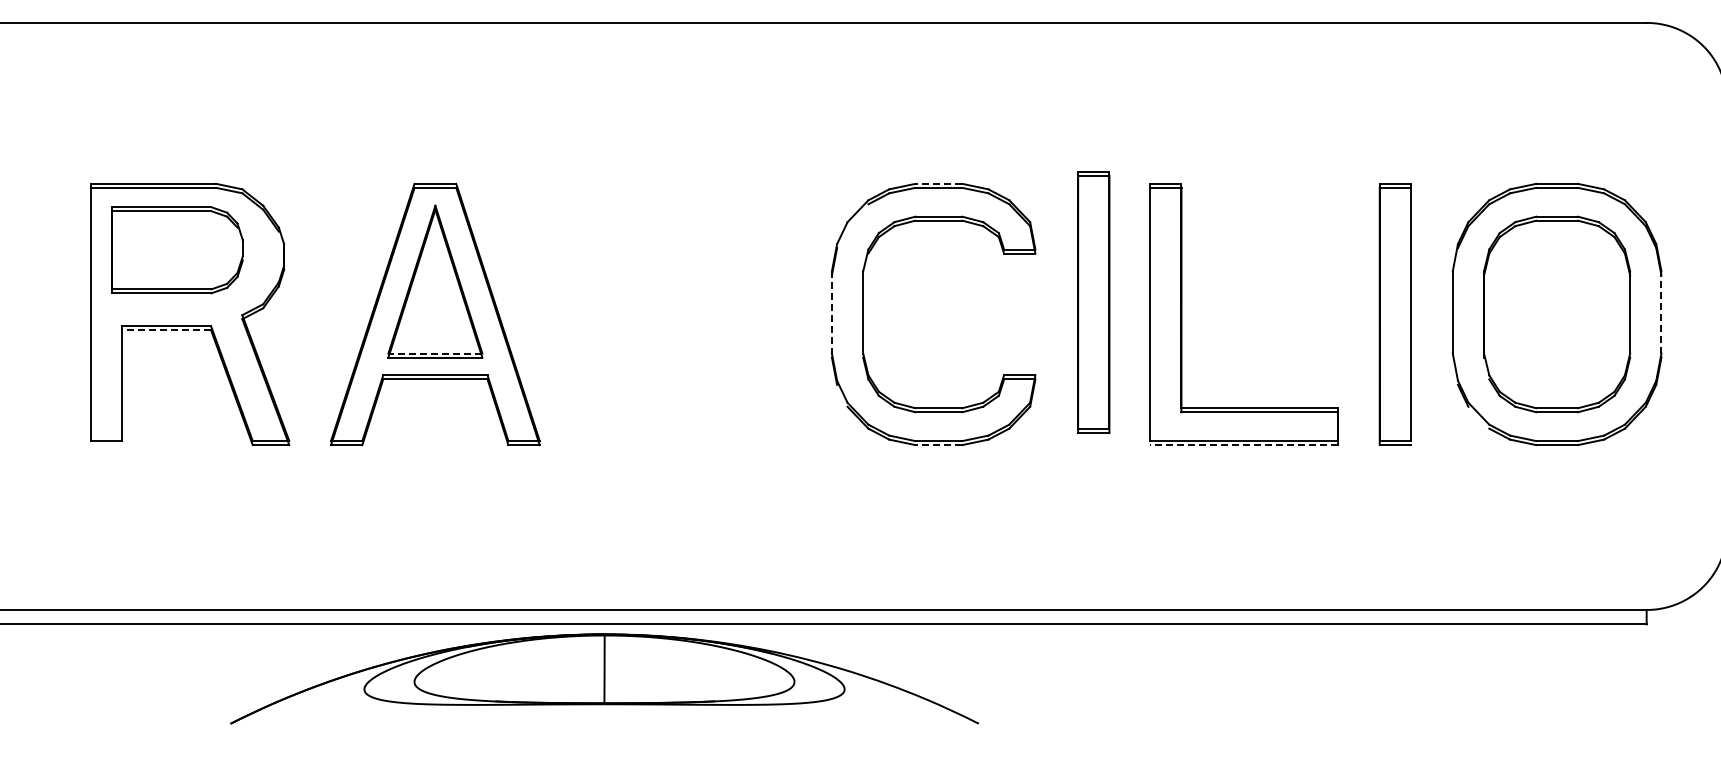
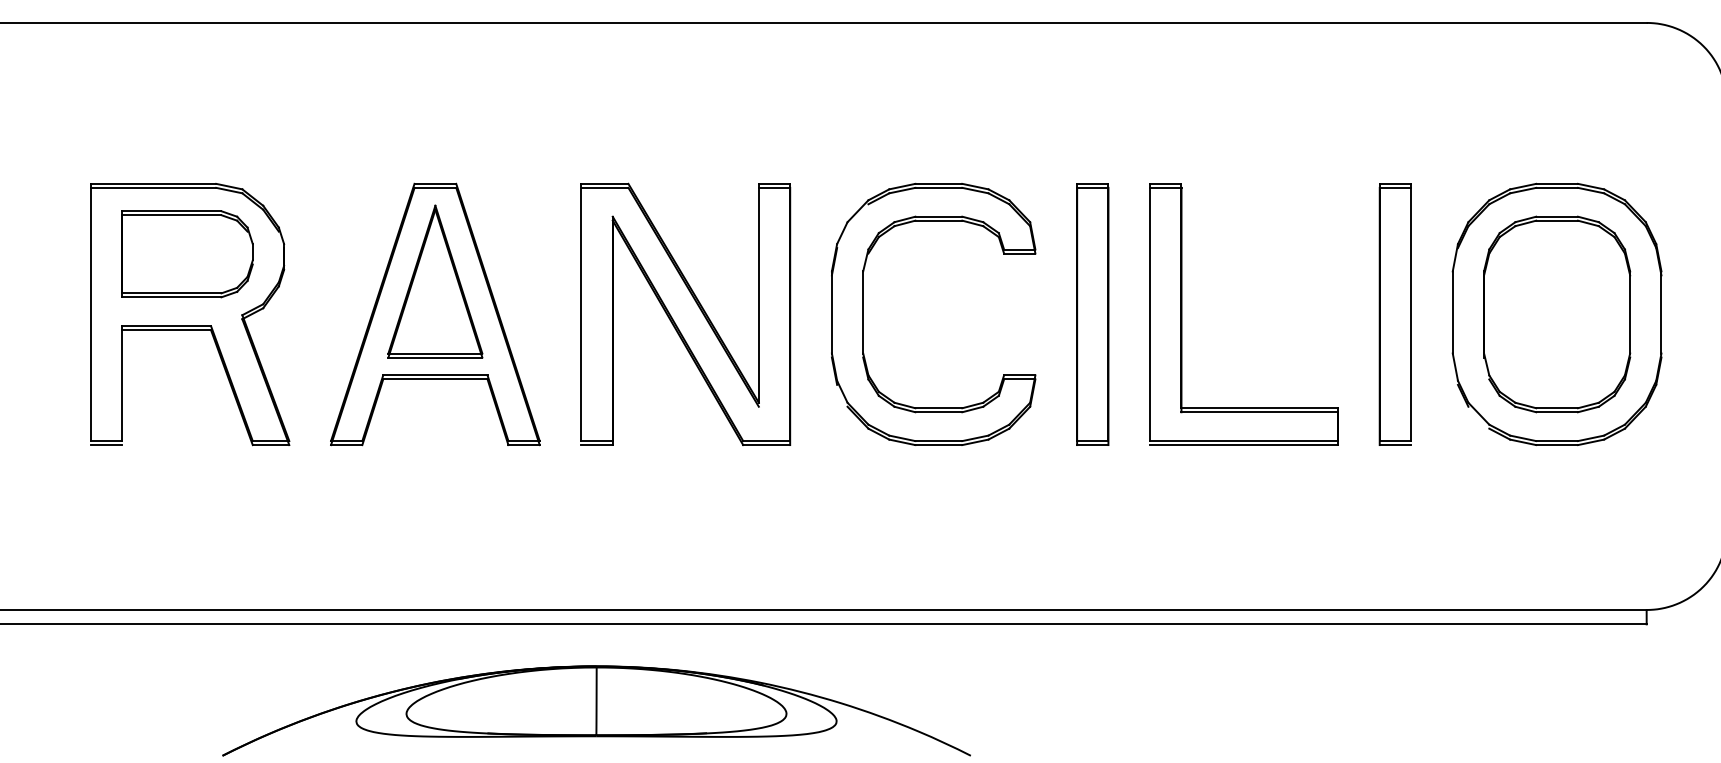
line at (938, 183): dashed -> solid
part at (177, 250) position: (177, 250) -> (187, 254)
part at (1093, 302) position: (1093, 302) -> (1092, 314)
line at (1661, 311): dashed -> solid
line at (831, 312): dashed -> solid
part at (685, 313): none -> present
line at (166, 330): dashed -> solid
line at (435, 353): dashed -> solid
line at (106, 445): none -> present
line at (938, 445): dashed -> solid
line at (1244, 445): dashed -> solid
part at (604, 678) position: (604, 678) -> (596, 710)
